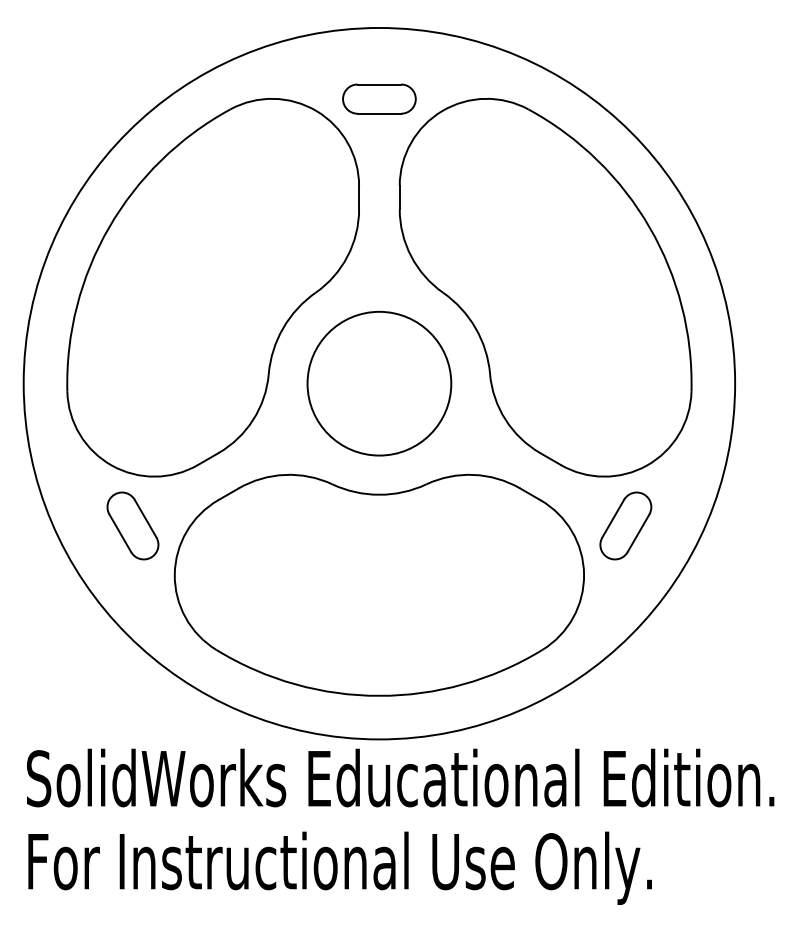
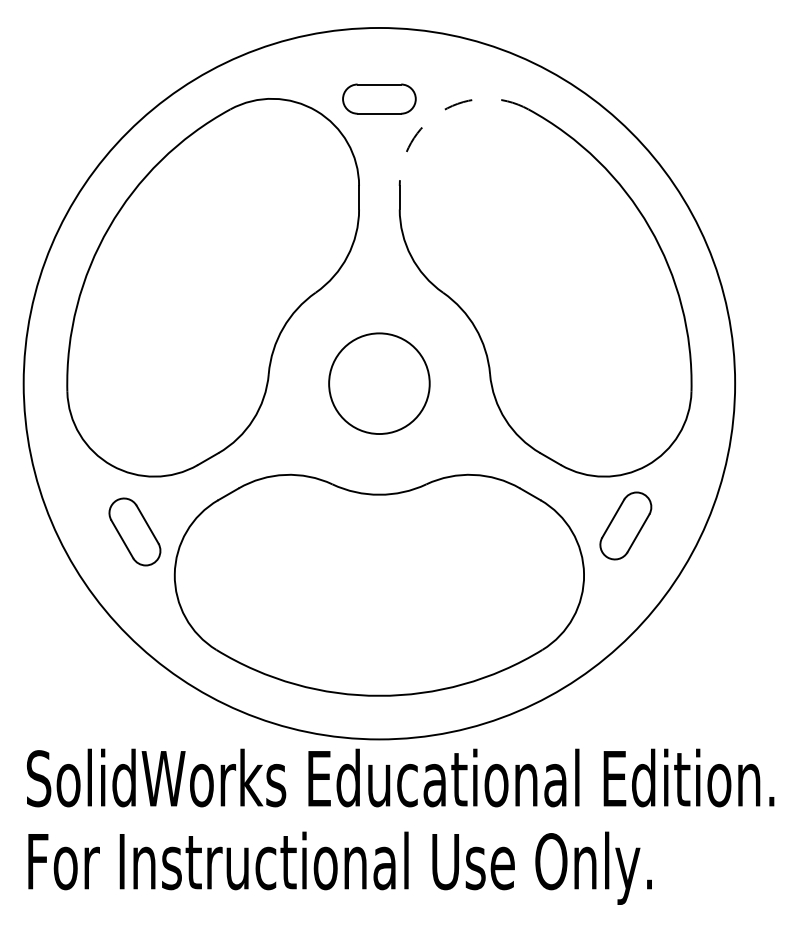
arc at (442, 111): solid -> dashed
circle at (379, 383) diameter: 144 px -> 101 px
part at (132, 525) position: (132, 525) -> (134, 531)
